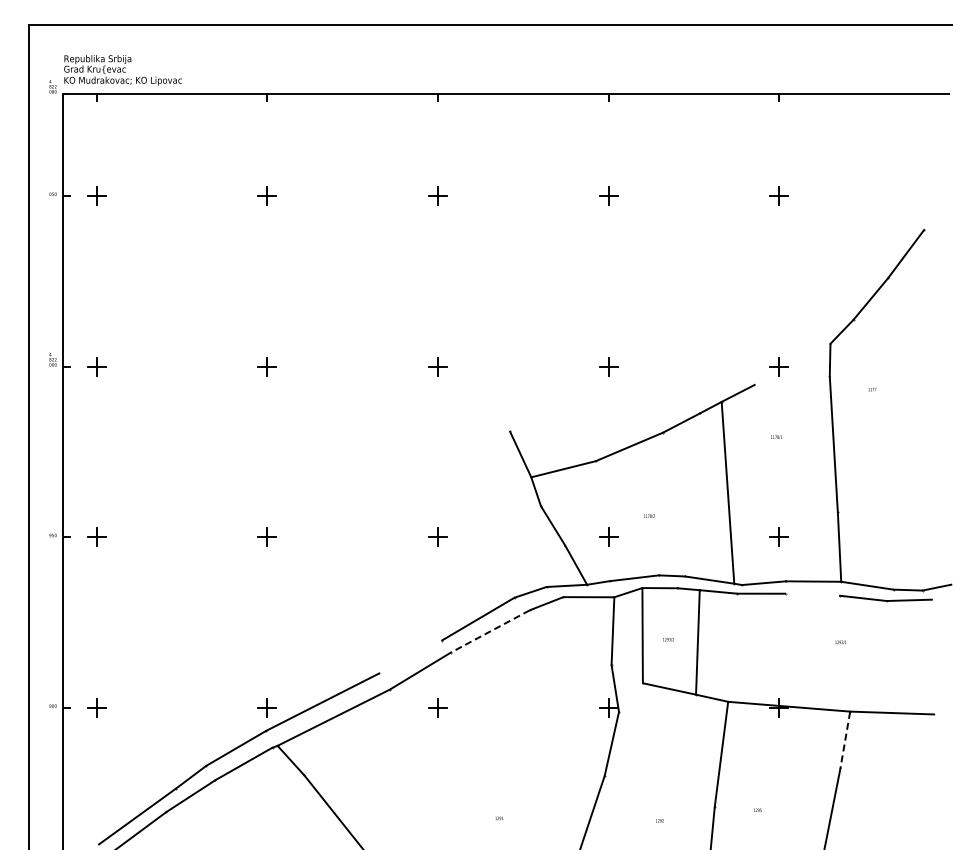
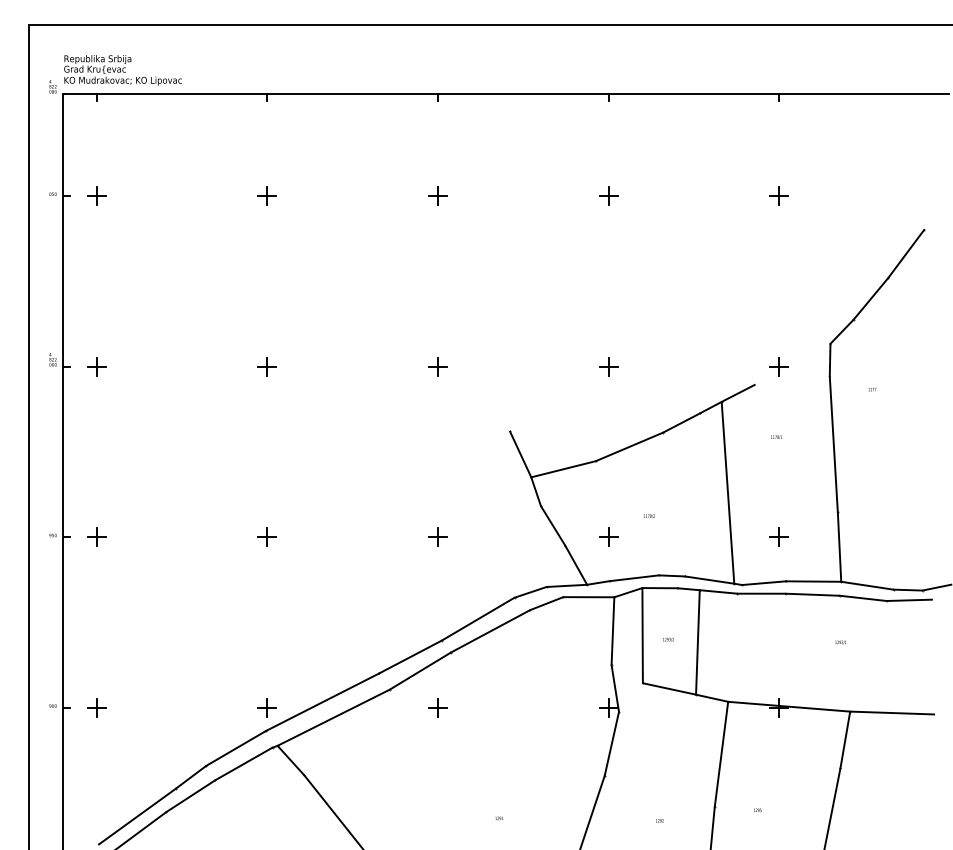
line at (812, 594): none -> present
line at (490, 631): dashed -> solid
line at (410, 656): none -> present
line at (845, 740): dashed -> solid
